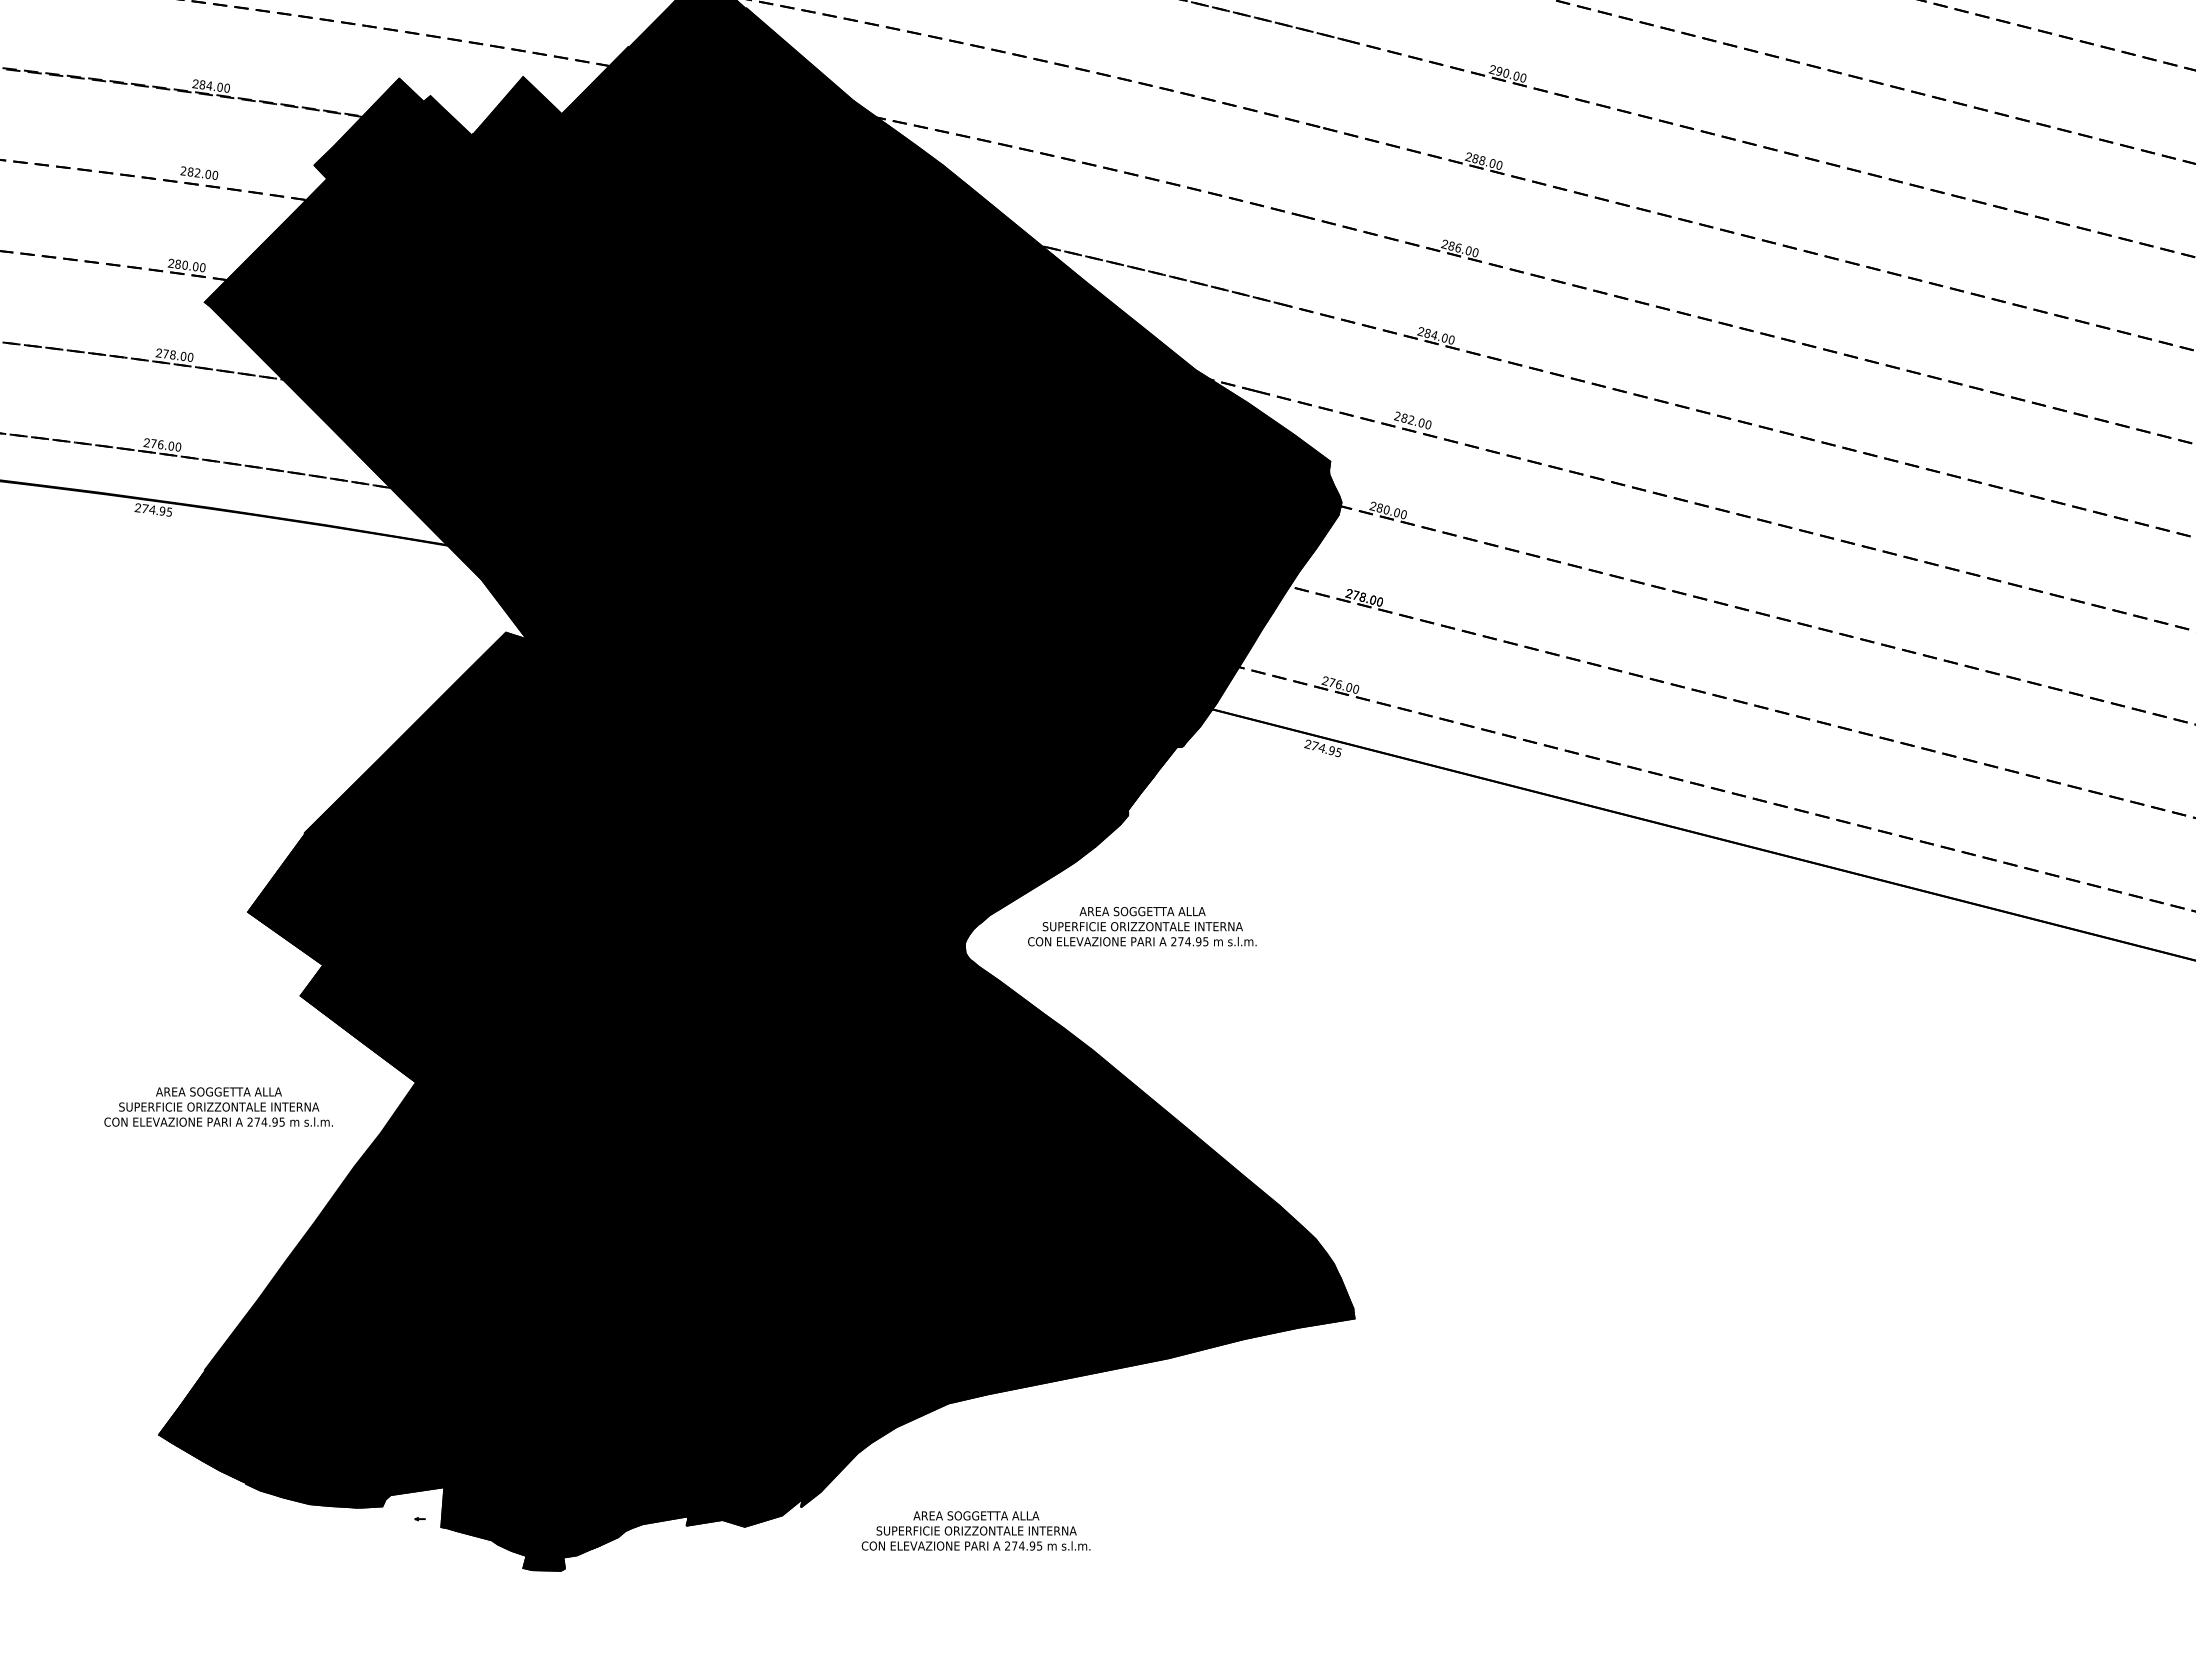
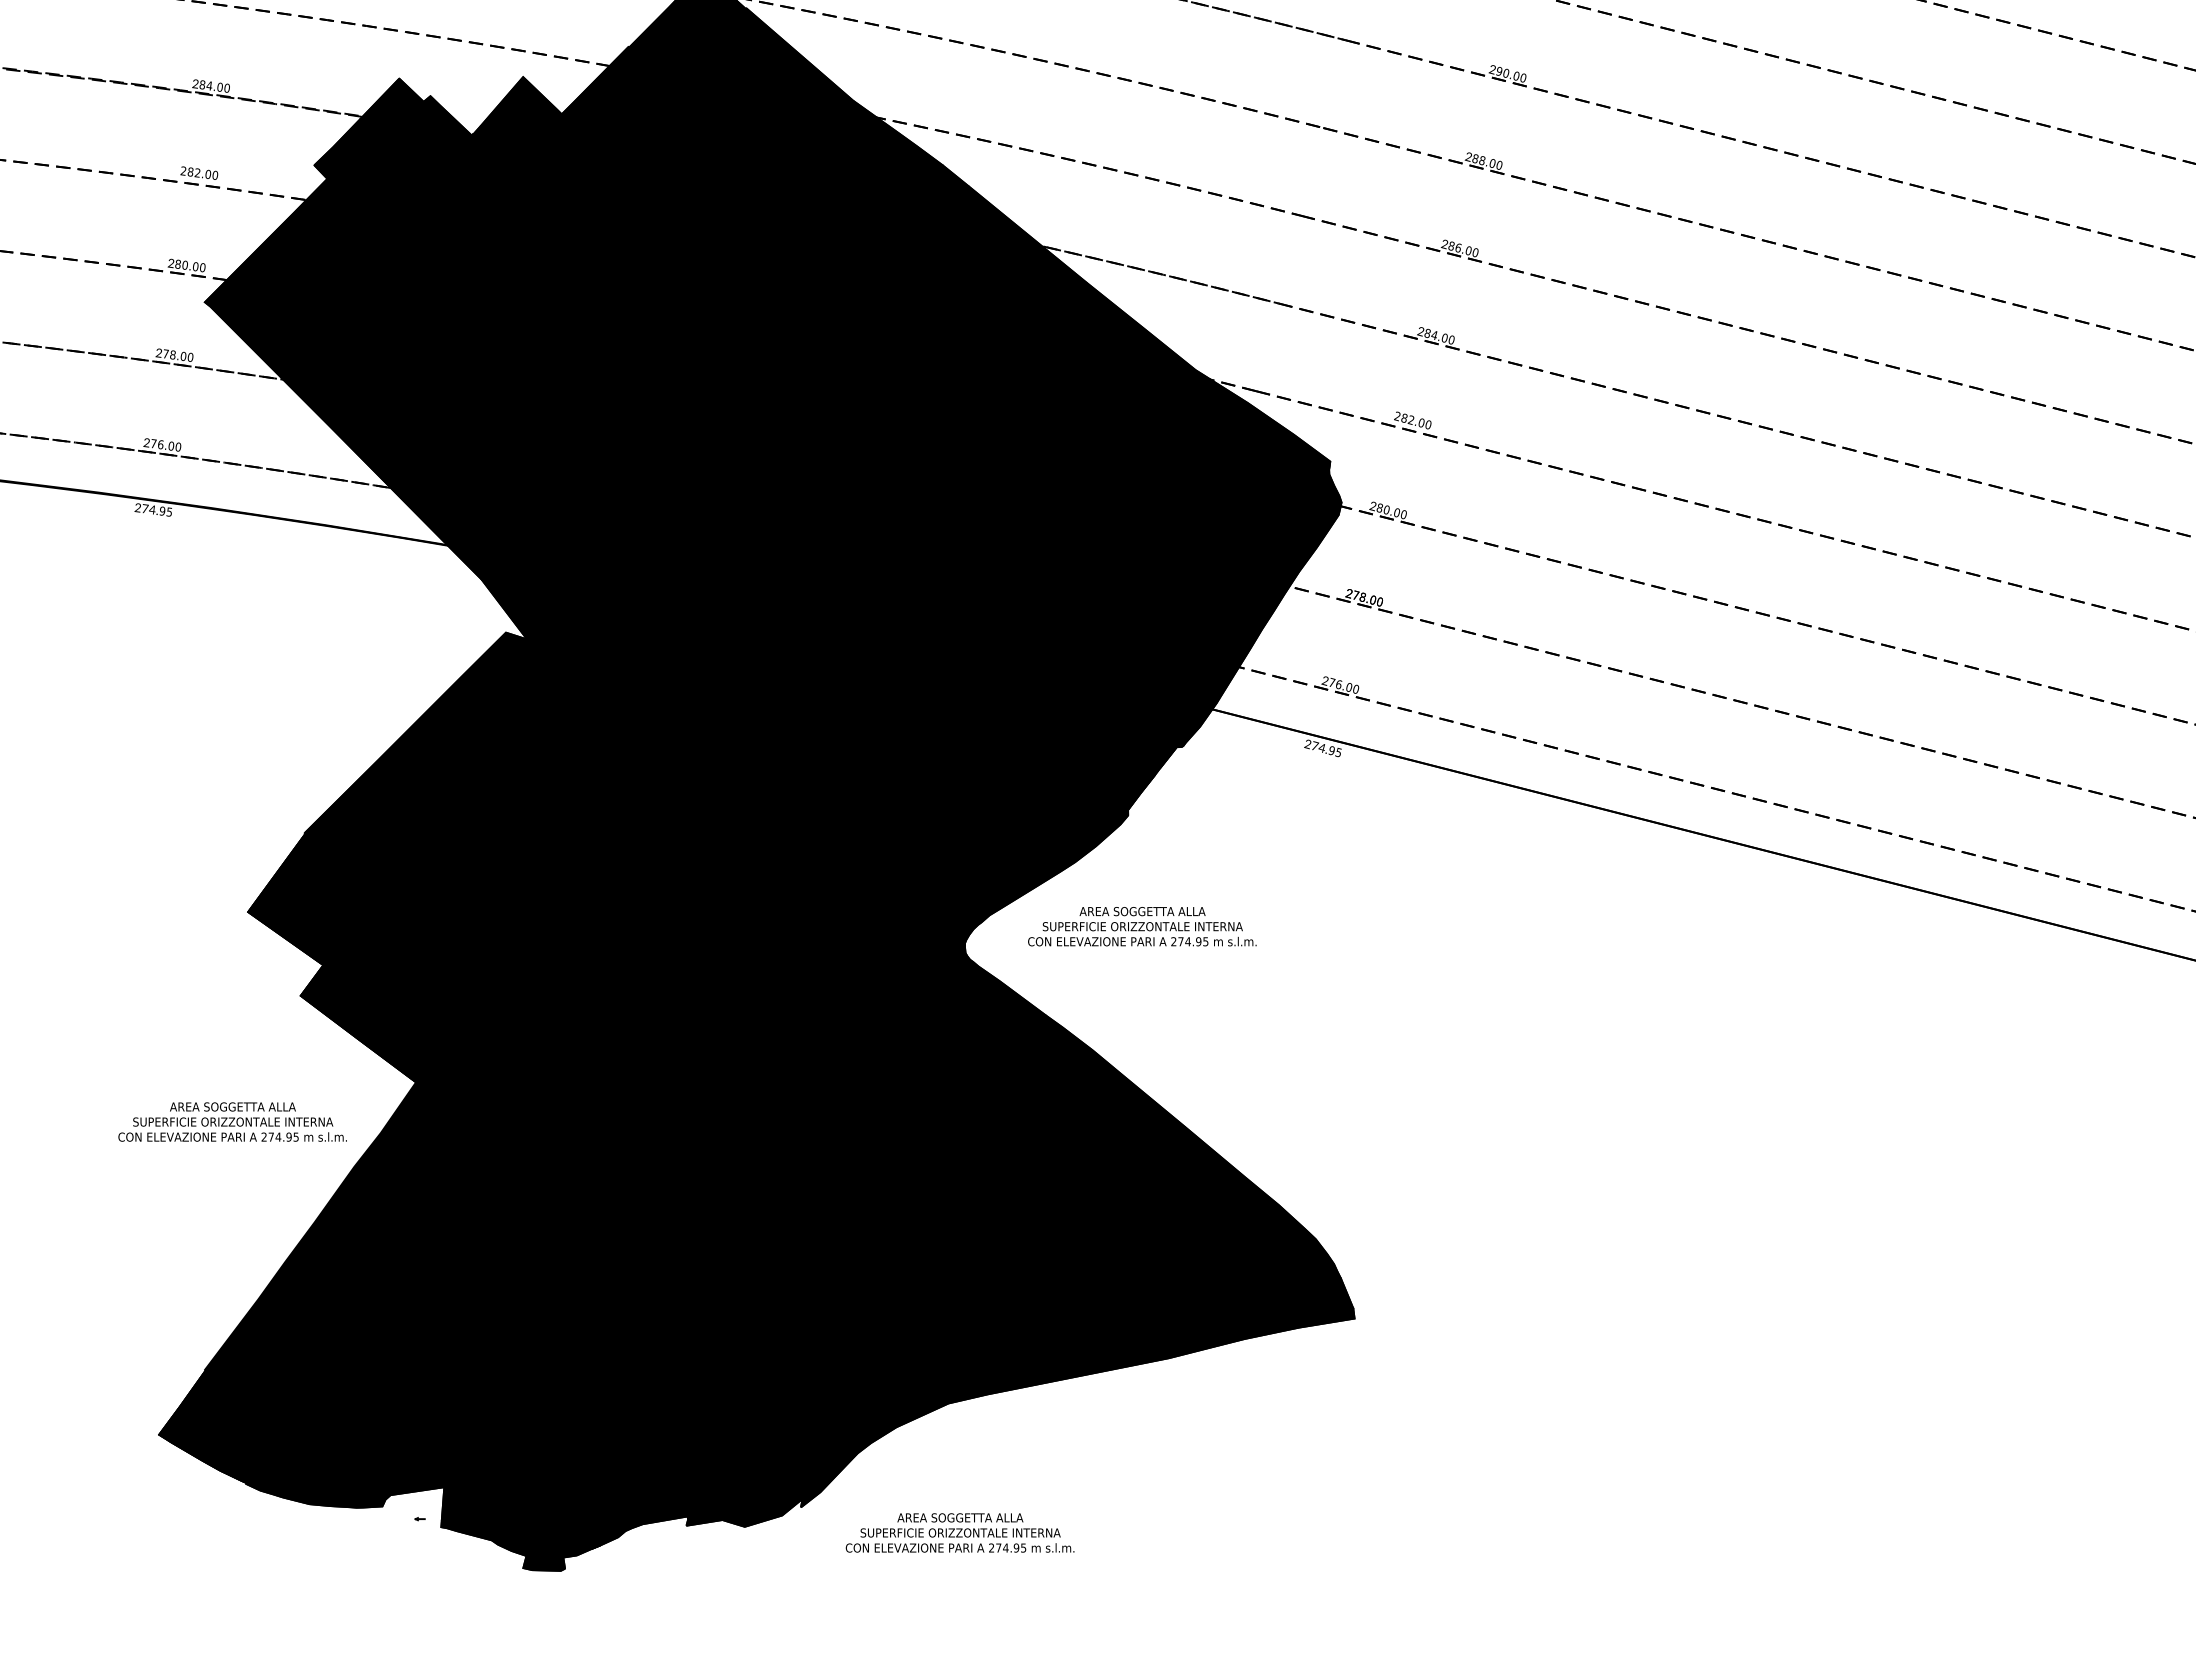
text at (218, 1106) position: (218, 1106) -> (232, 1121)
text at (975, 1530) position: (975, 1530) -> (959, 1532)
